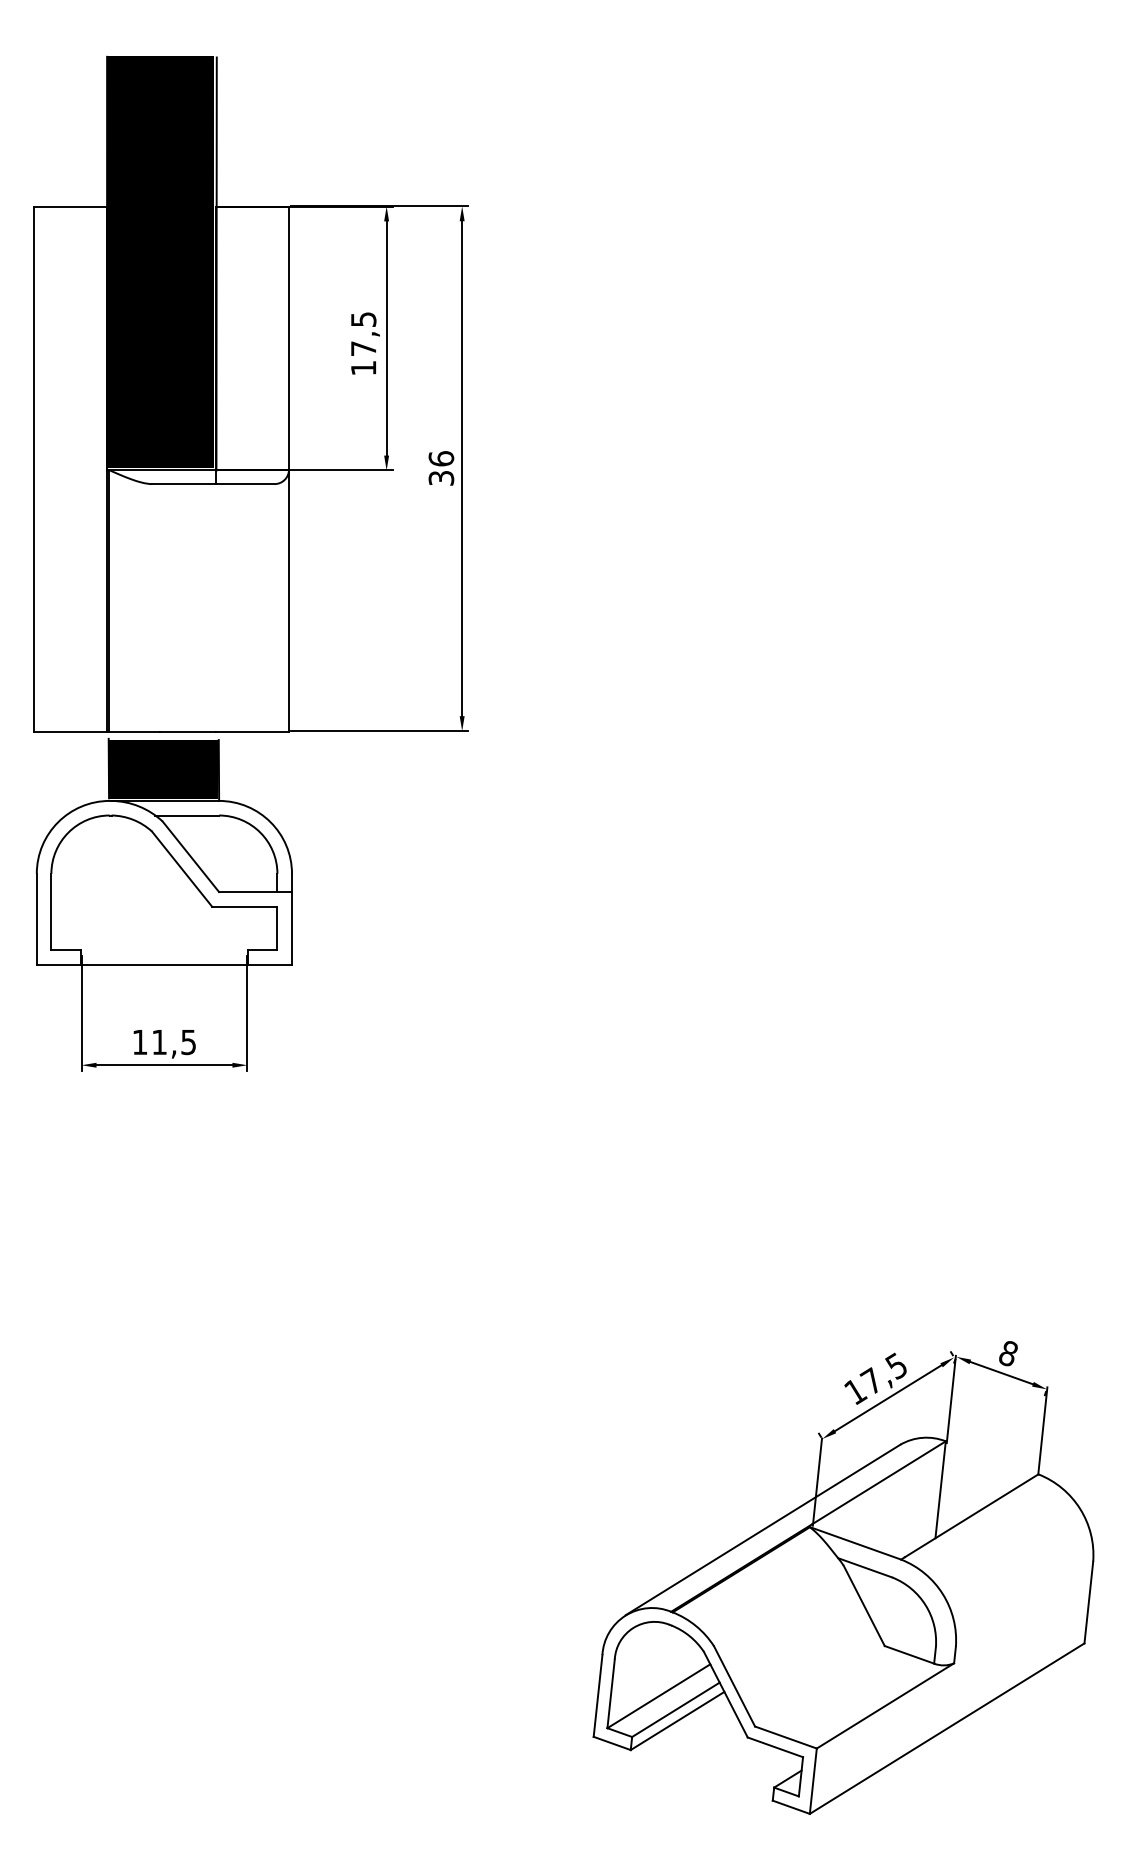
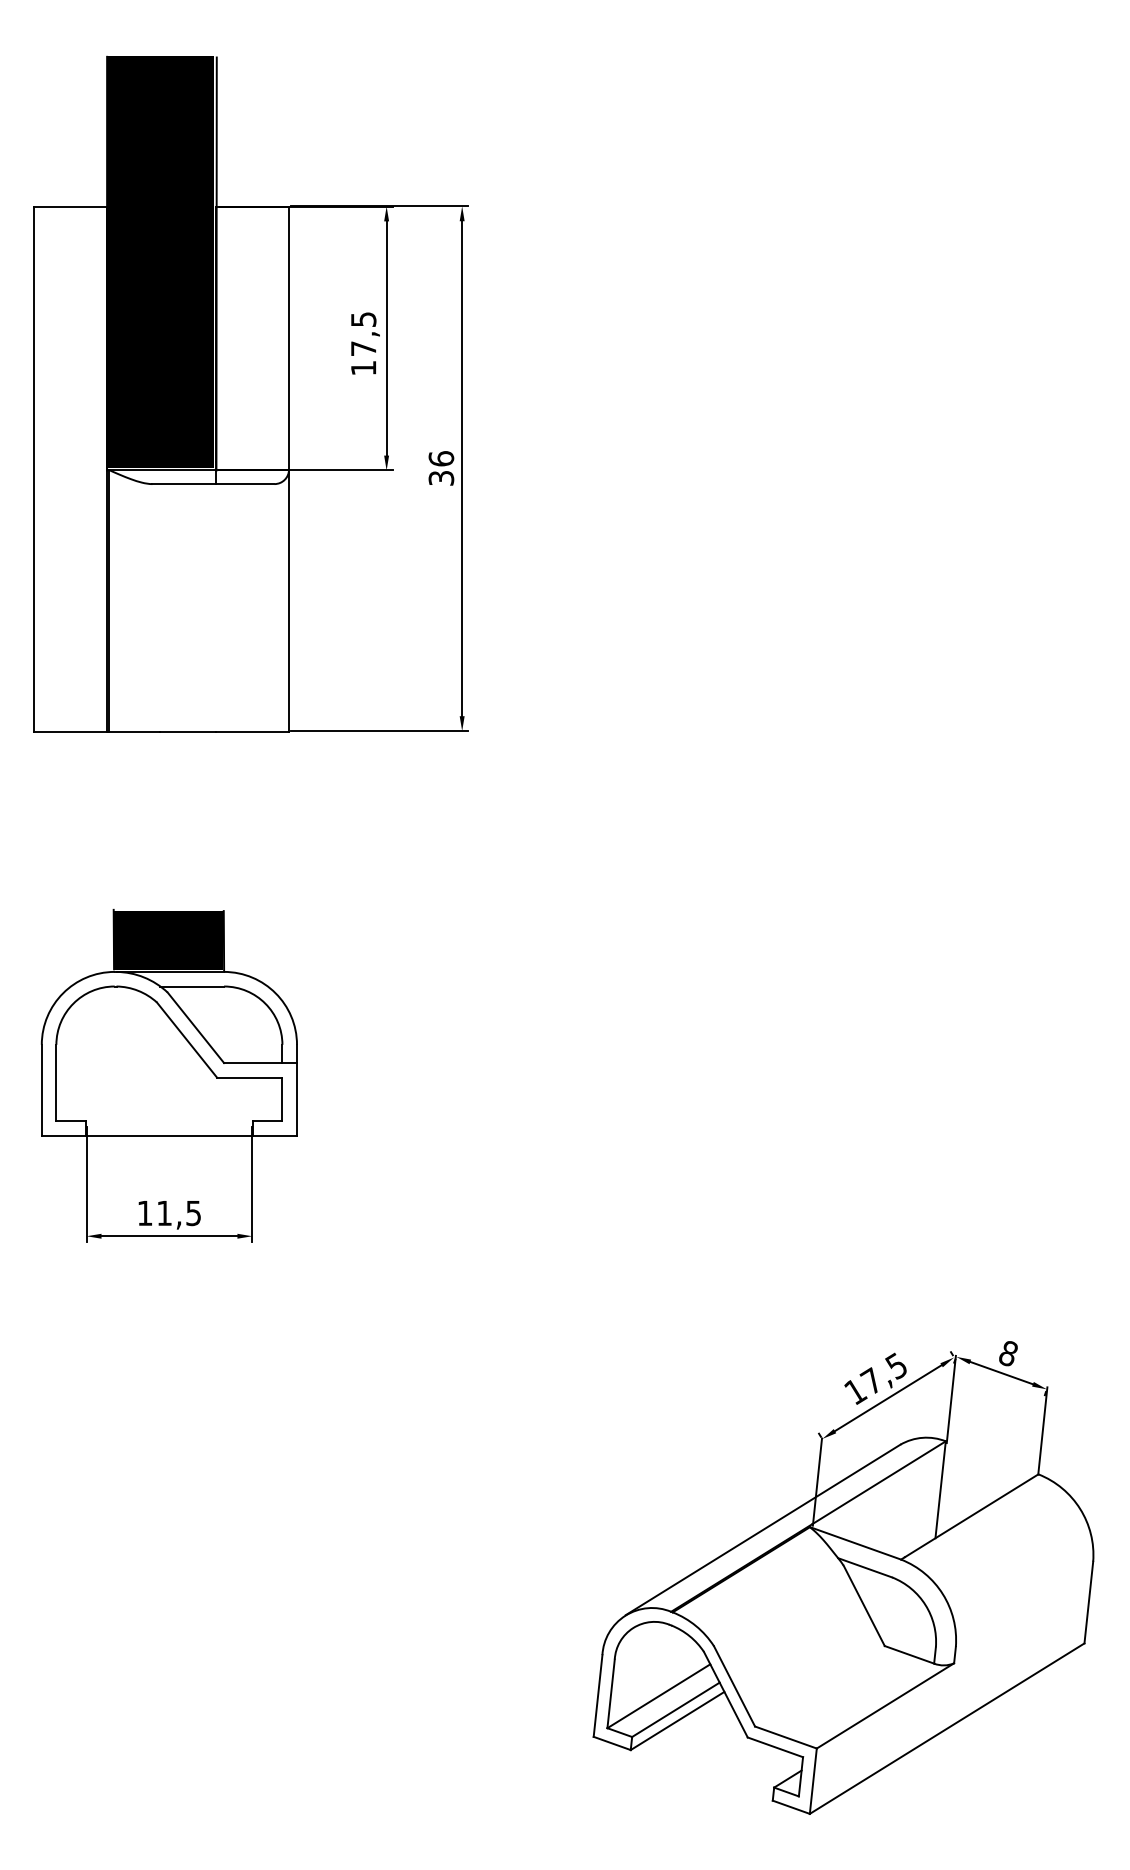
part at (163, 904) position: (163, 904) -> (168, 1075)
